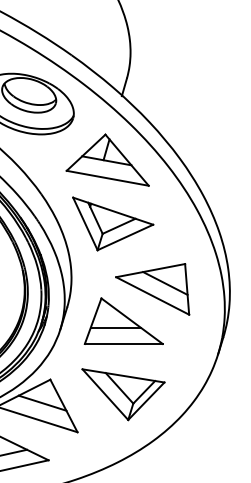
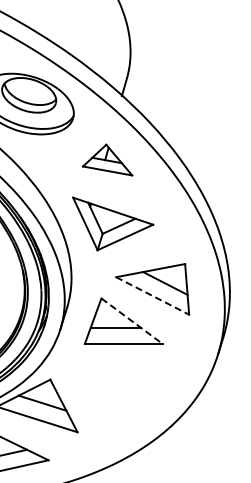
part at (107, 159) size: 85x54 px -> 52x34 px
line at (153, 296): solid -> dashed
line at (132, 321): solid -> dashed
part at (123, 394): present -> none
